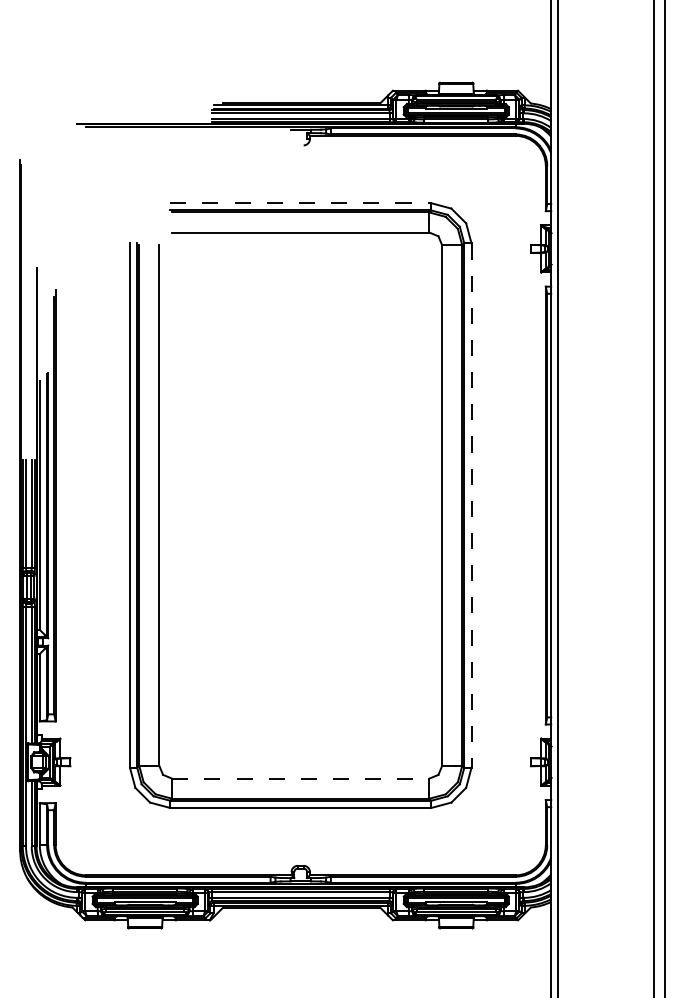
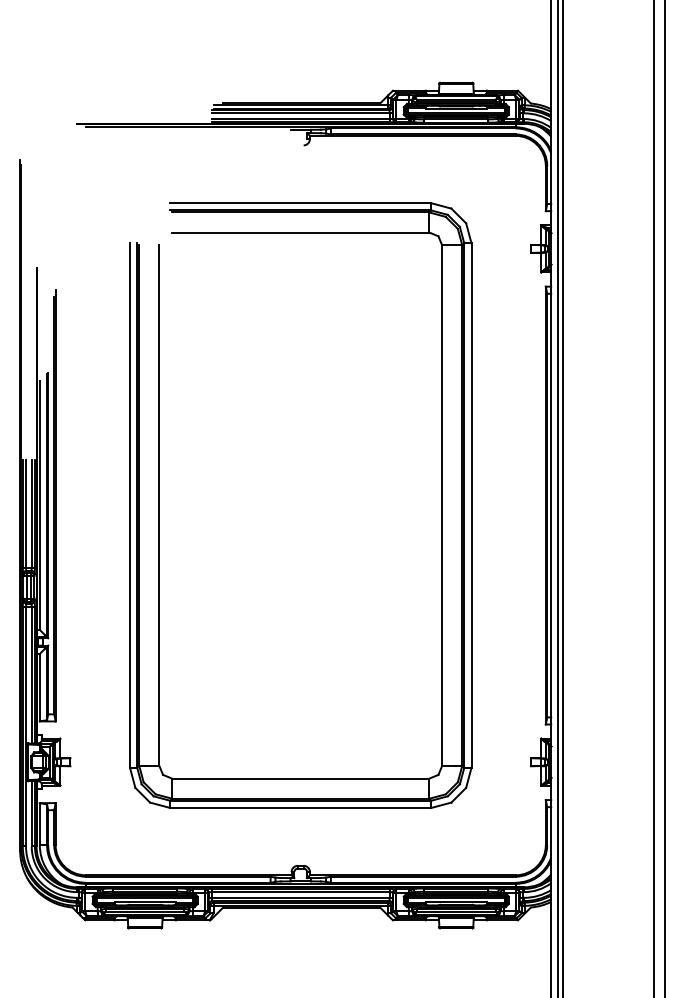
line at (300, 203): dashed -> solid
line at (562, 498): none -> present
line at (471, 506): dashed -> solid
line at (300, 778): dashed -> solid
